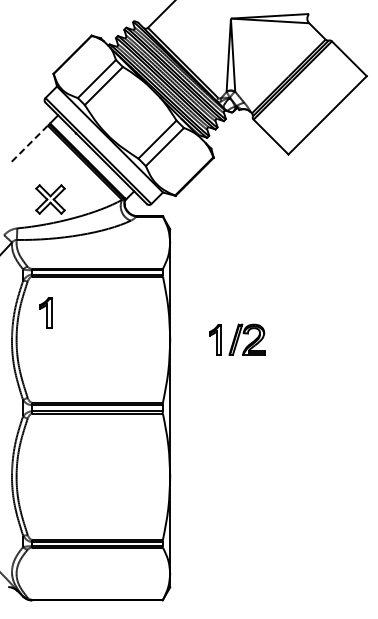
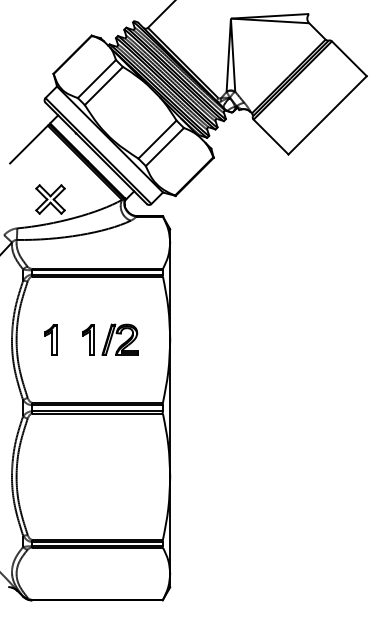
line at (28, 144): dashed -> solid
part at (45, 312) position: (45, 312) -> (50, 339)
part at (237, 339) position: (237, 339) -> (110, 339)
